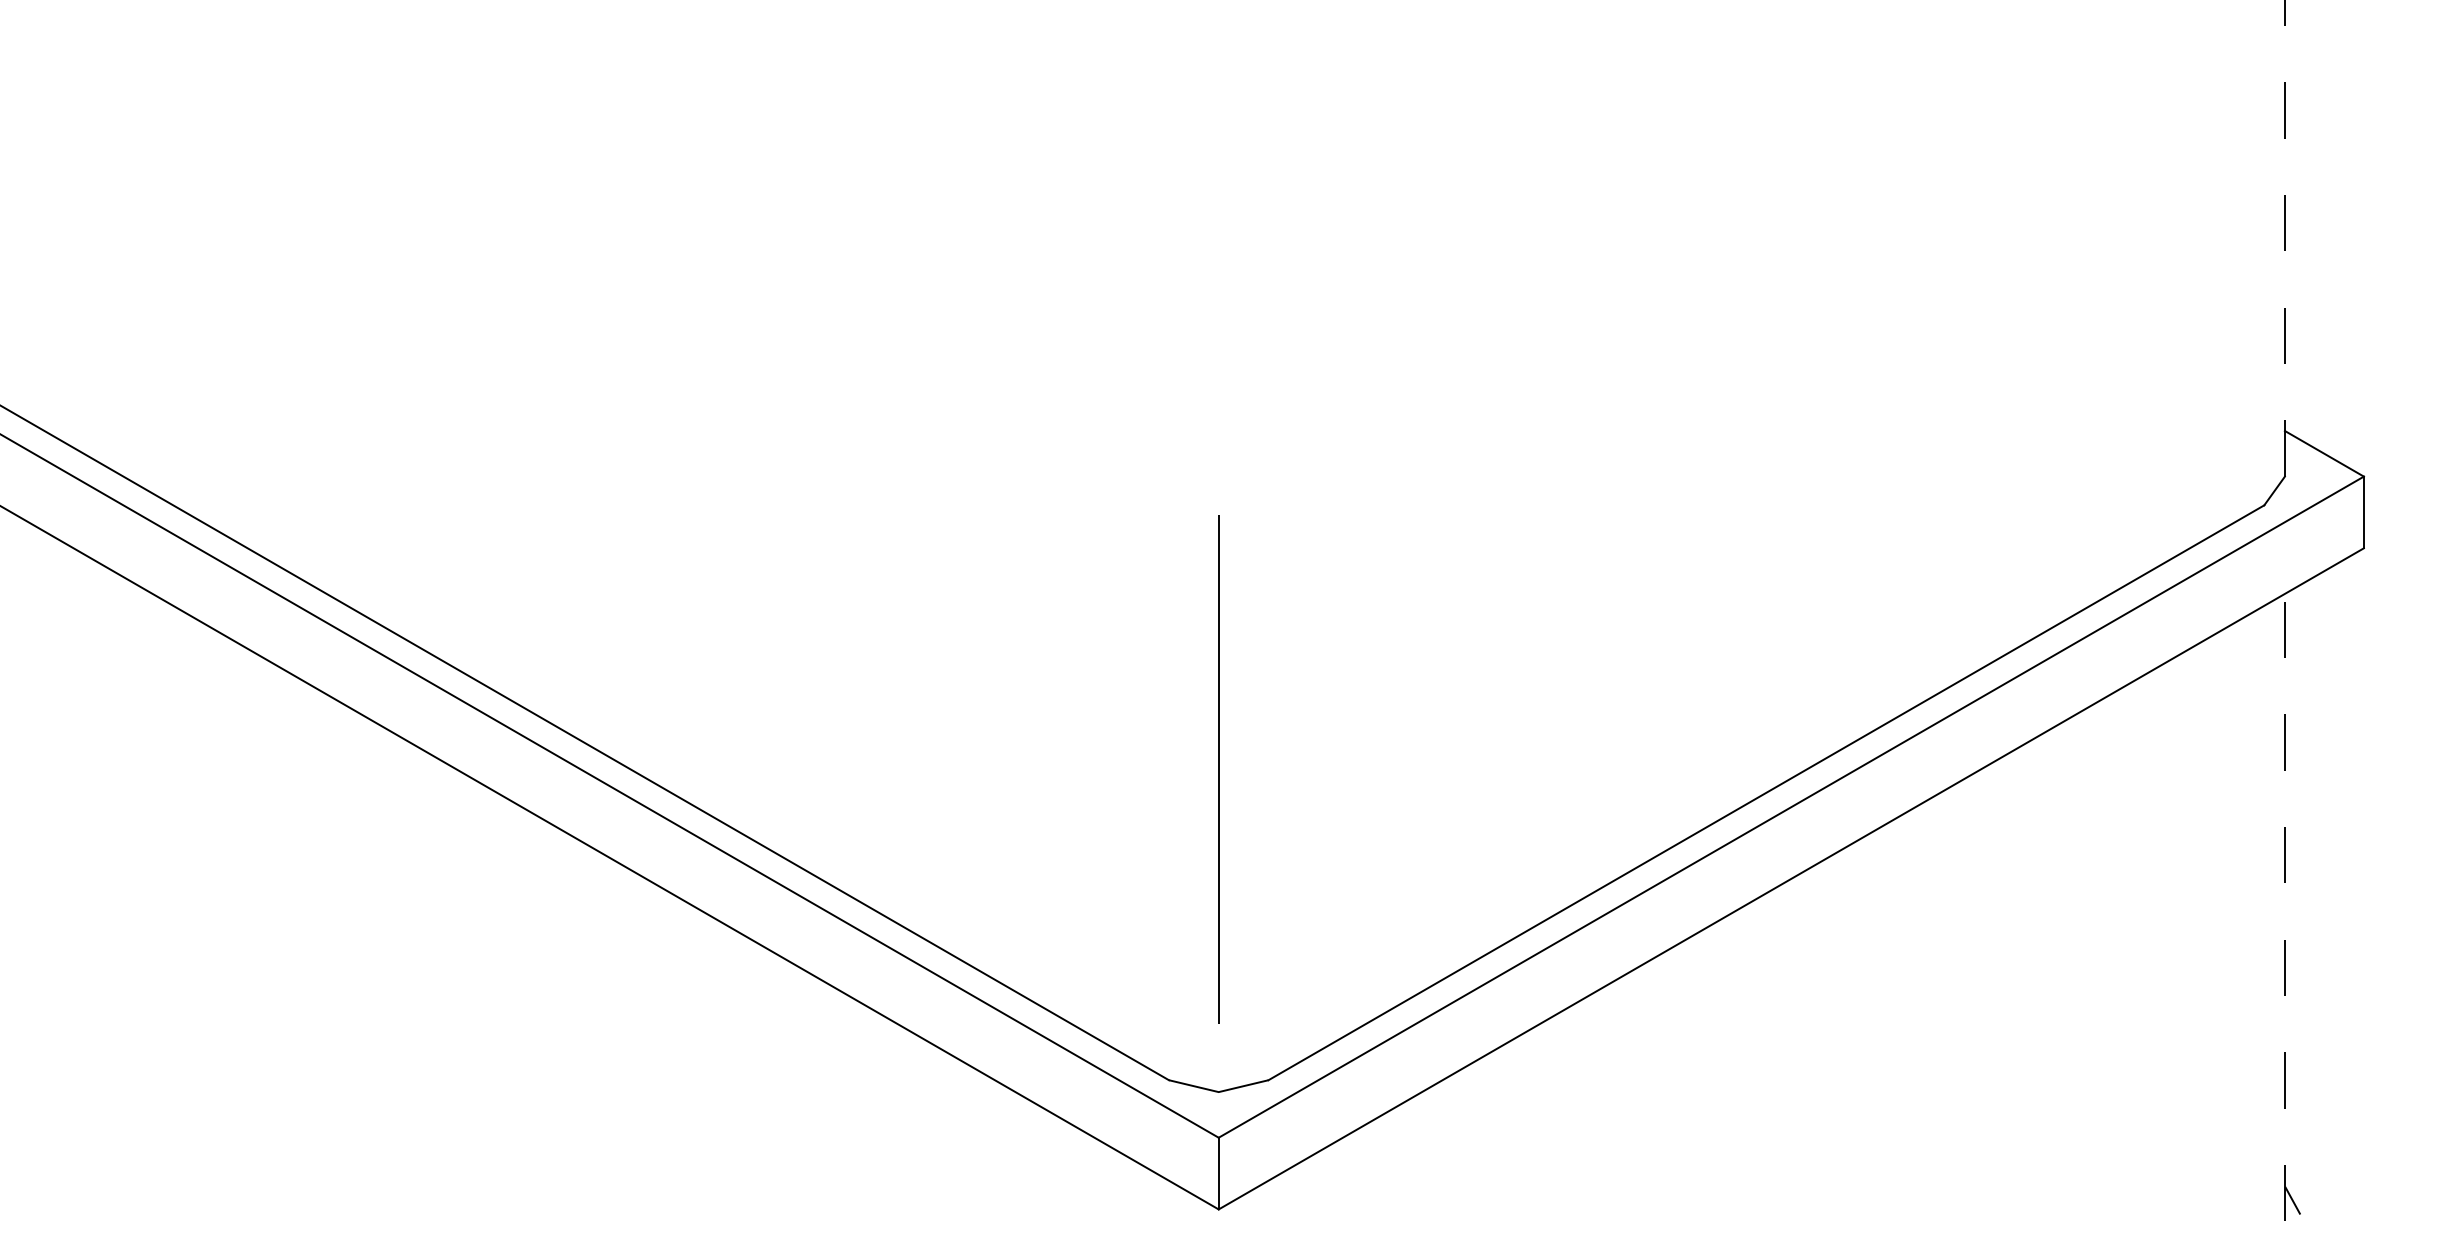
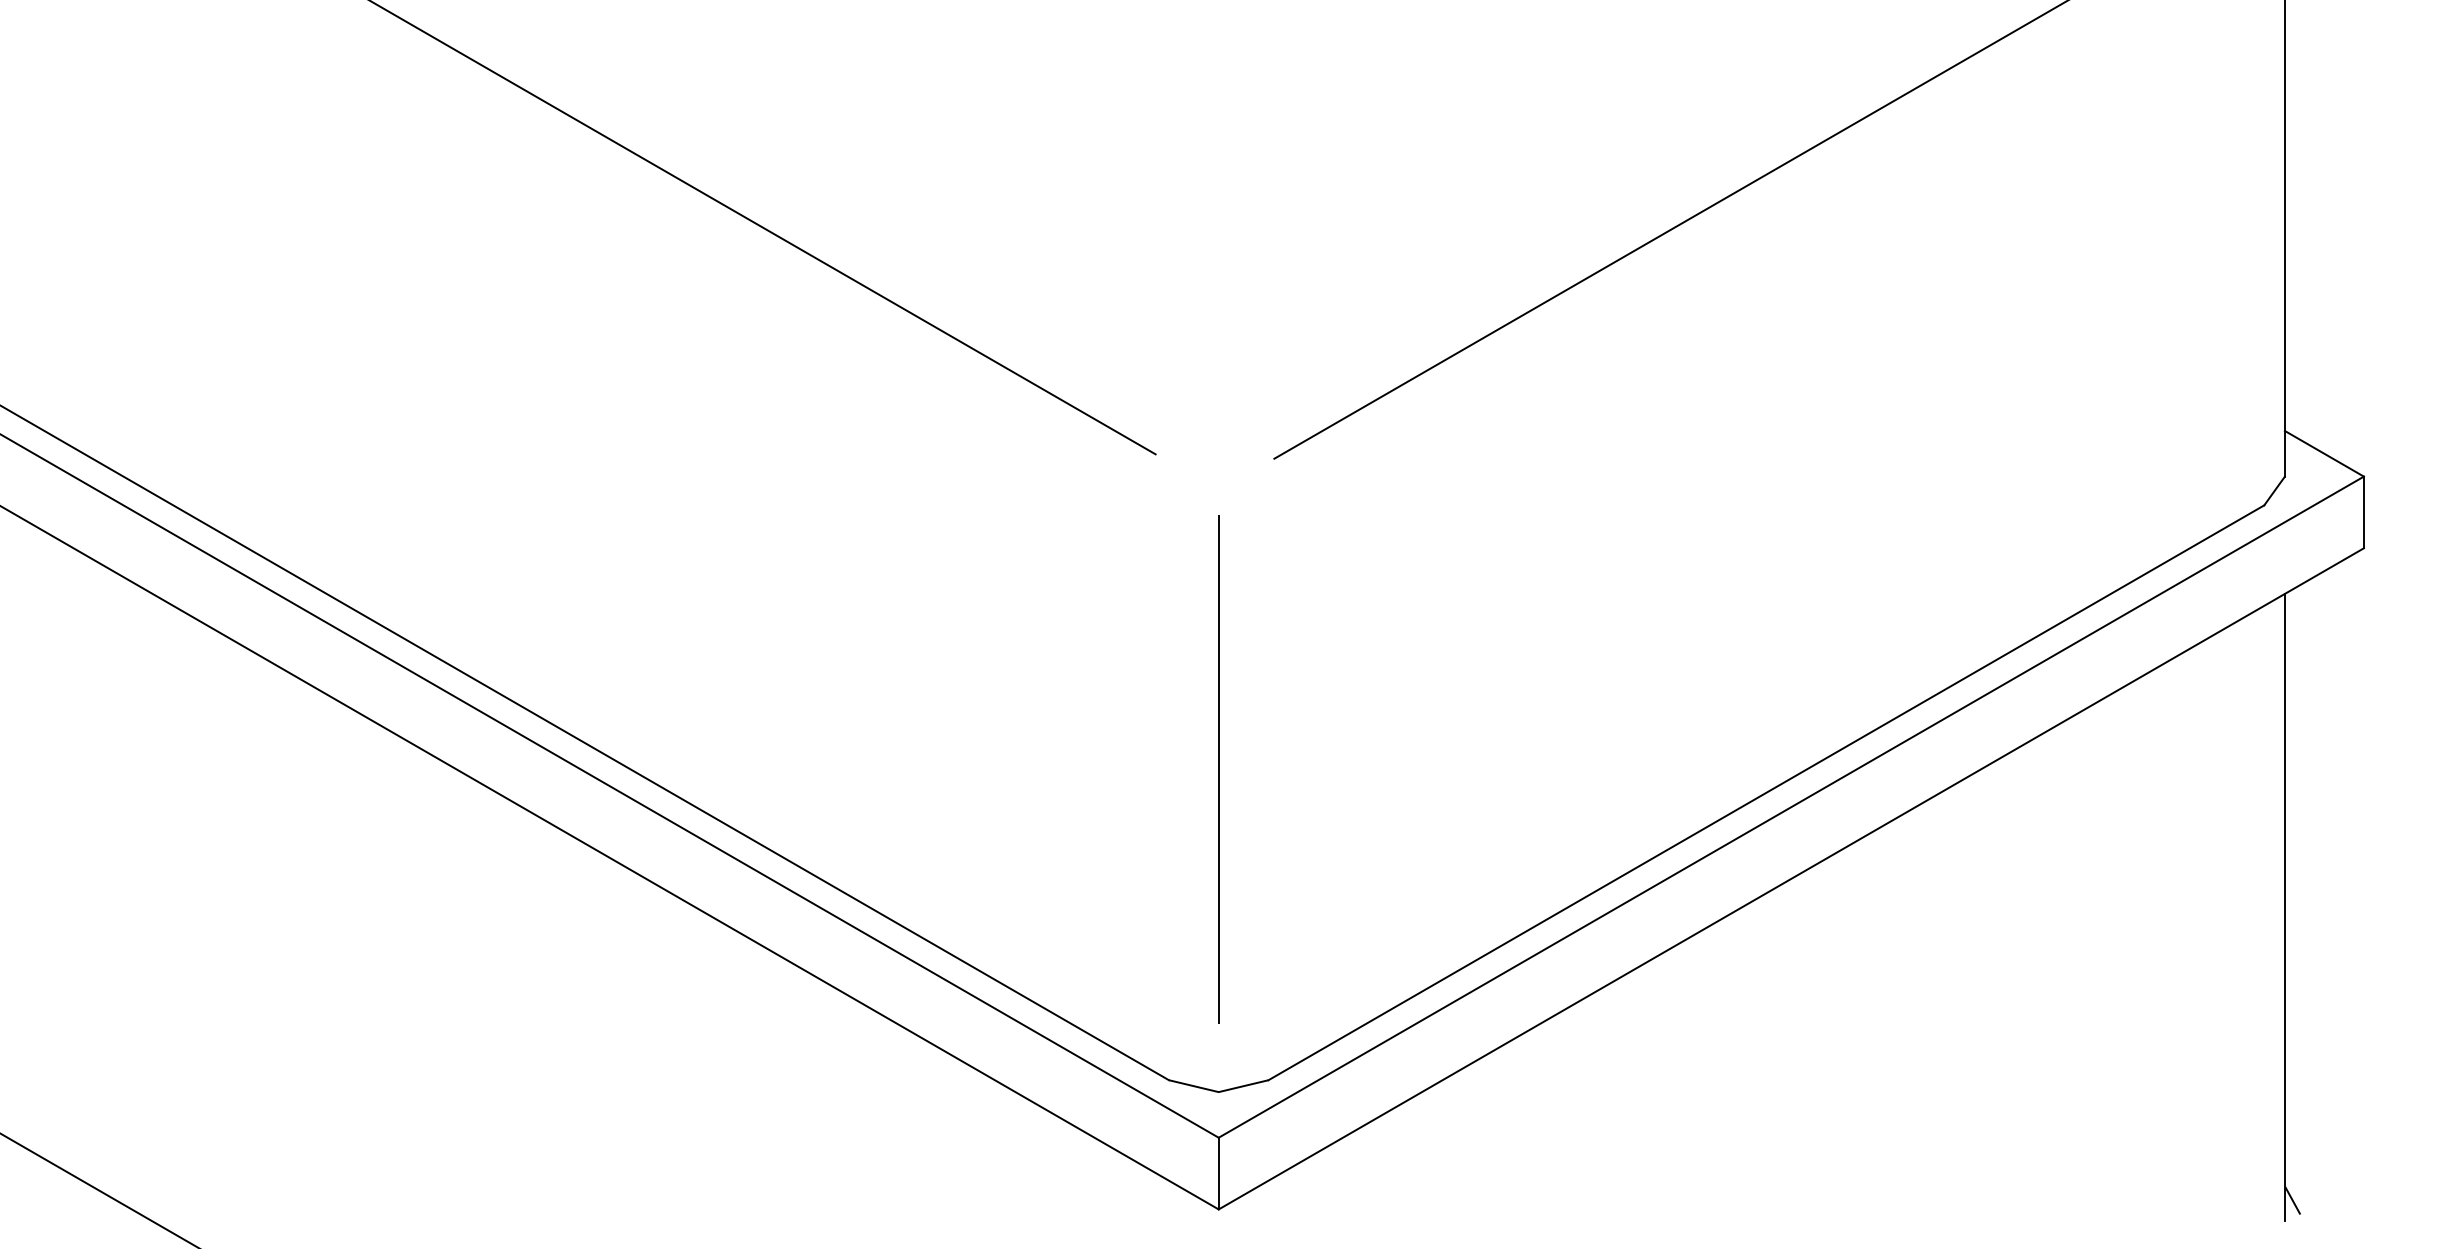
line at (763, 228): none -> present
line at (1669, 230): none -> present
line at (2284, 237): dashed -> solid
line at (2284, 907): dashed -> solid
line at (98, 1189): none -> present
